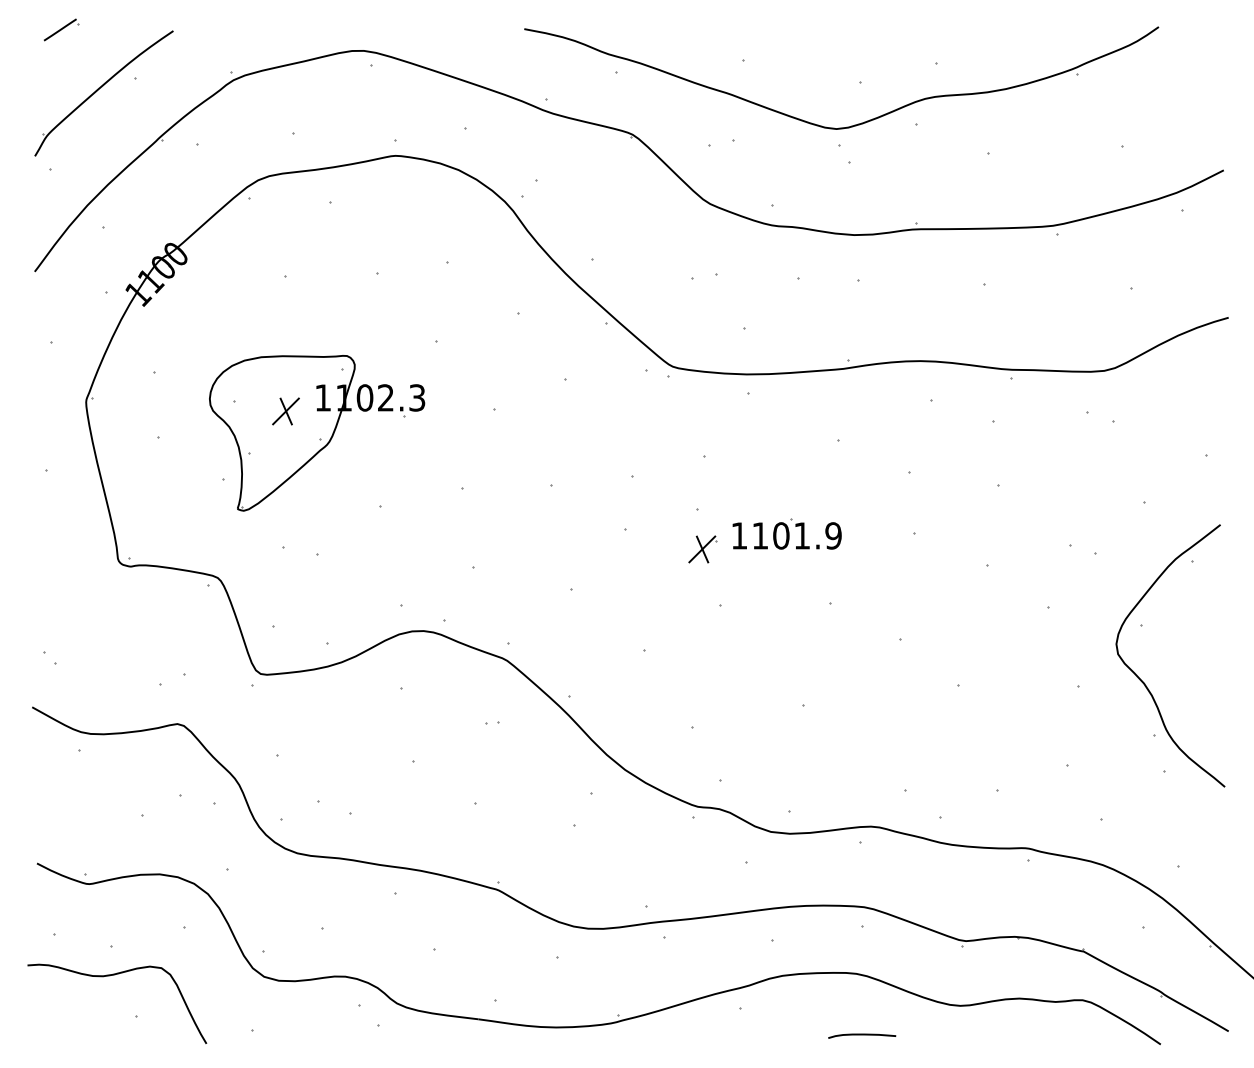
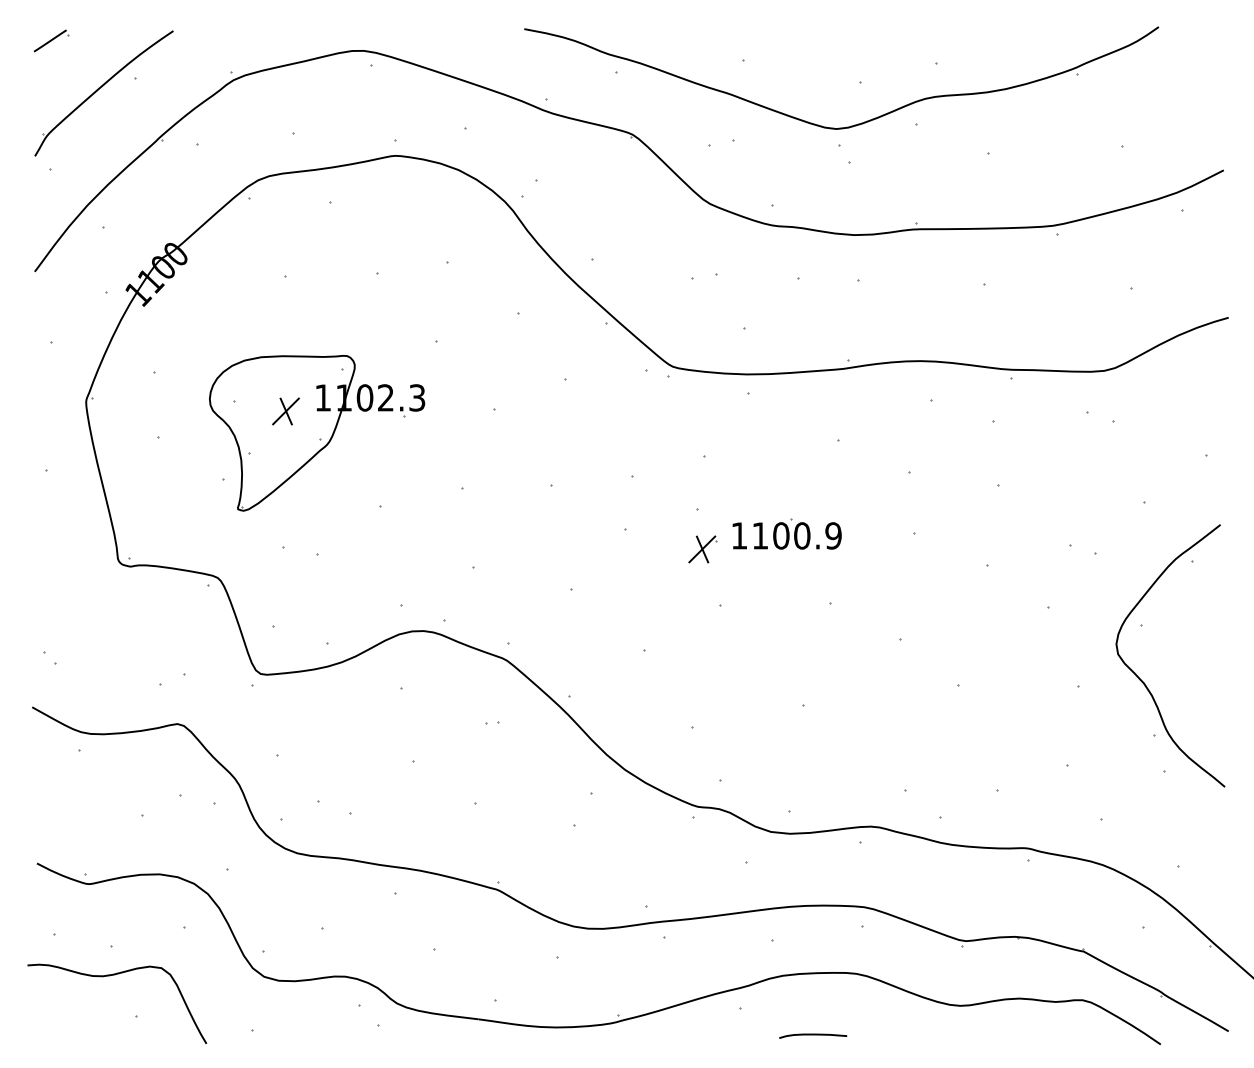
part at (61, 29) position: (61, 29) -> (51, 40)
text at (802, 535): 1101.9 -> 1100.9
curve at (862, 1035) position: (862, 1035) -> (813, 1035)
